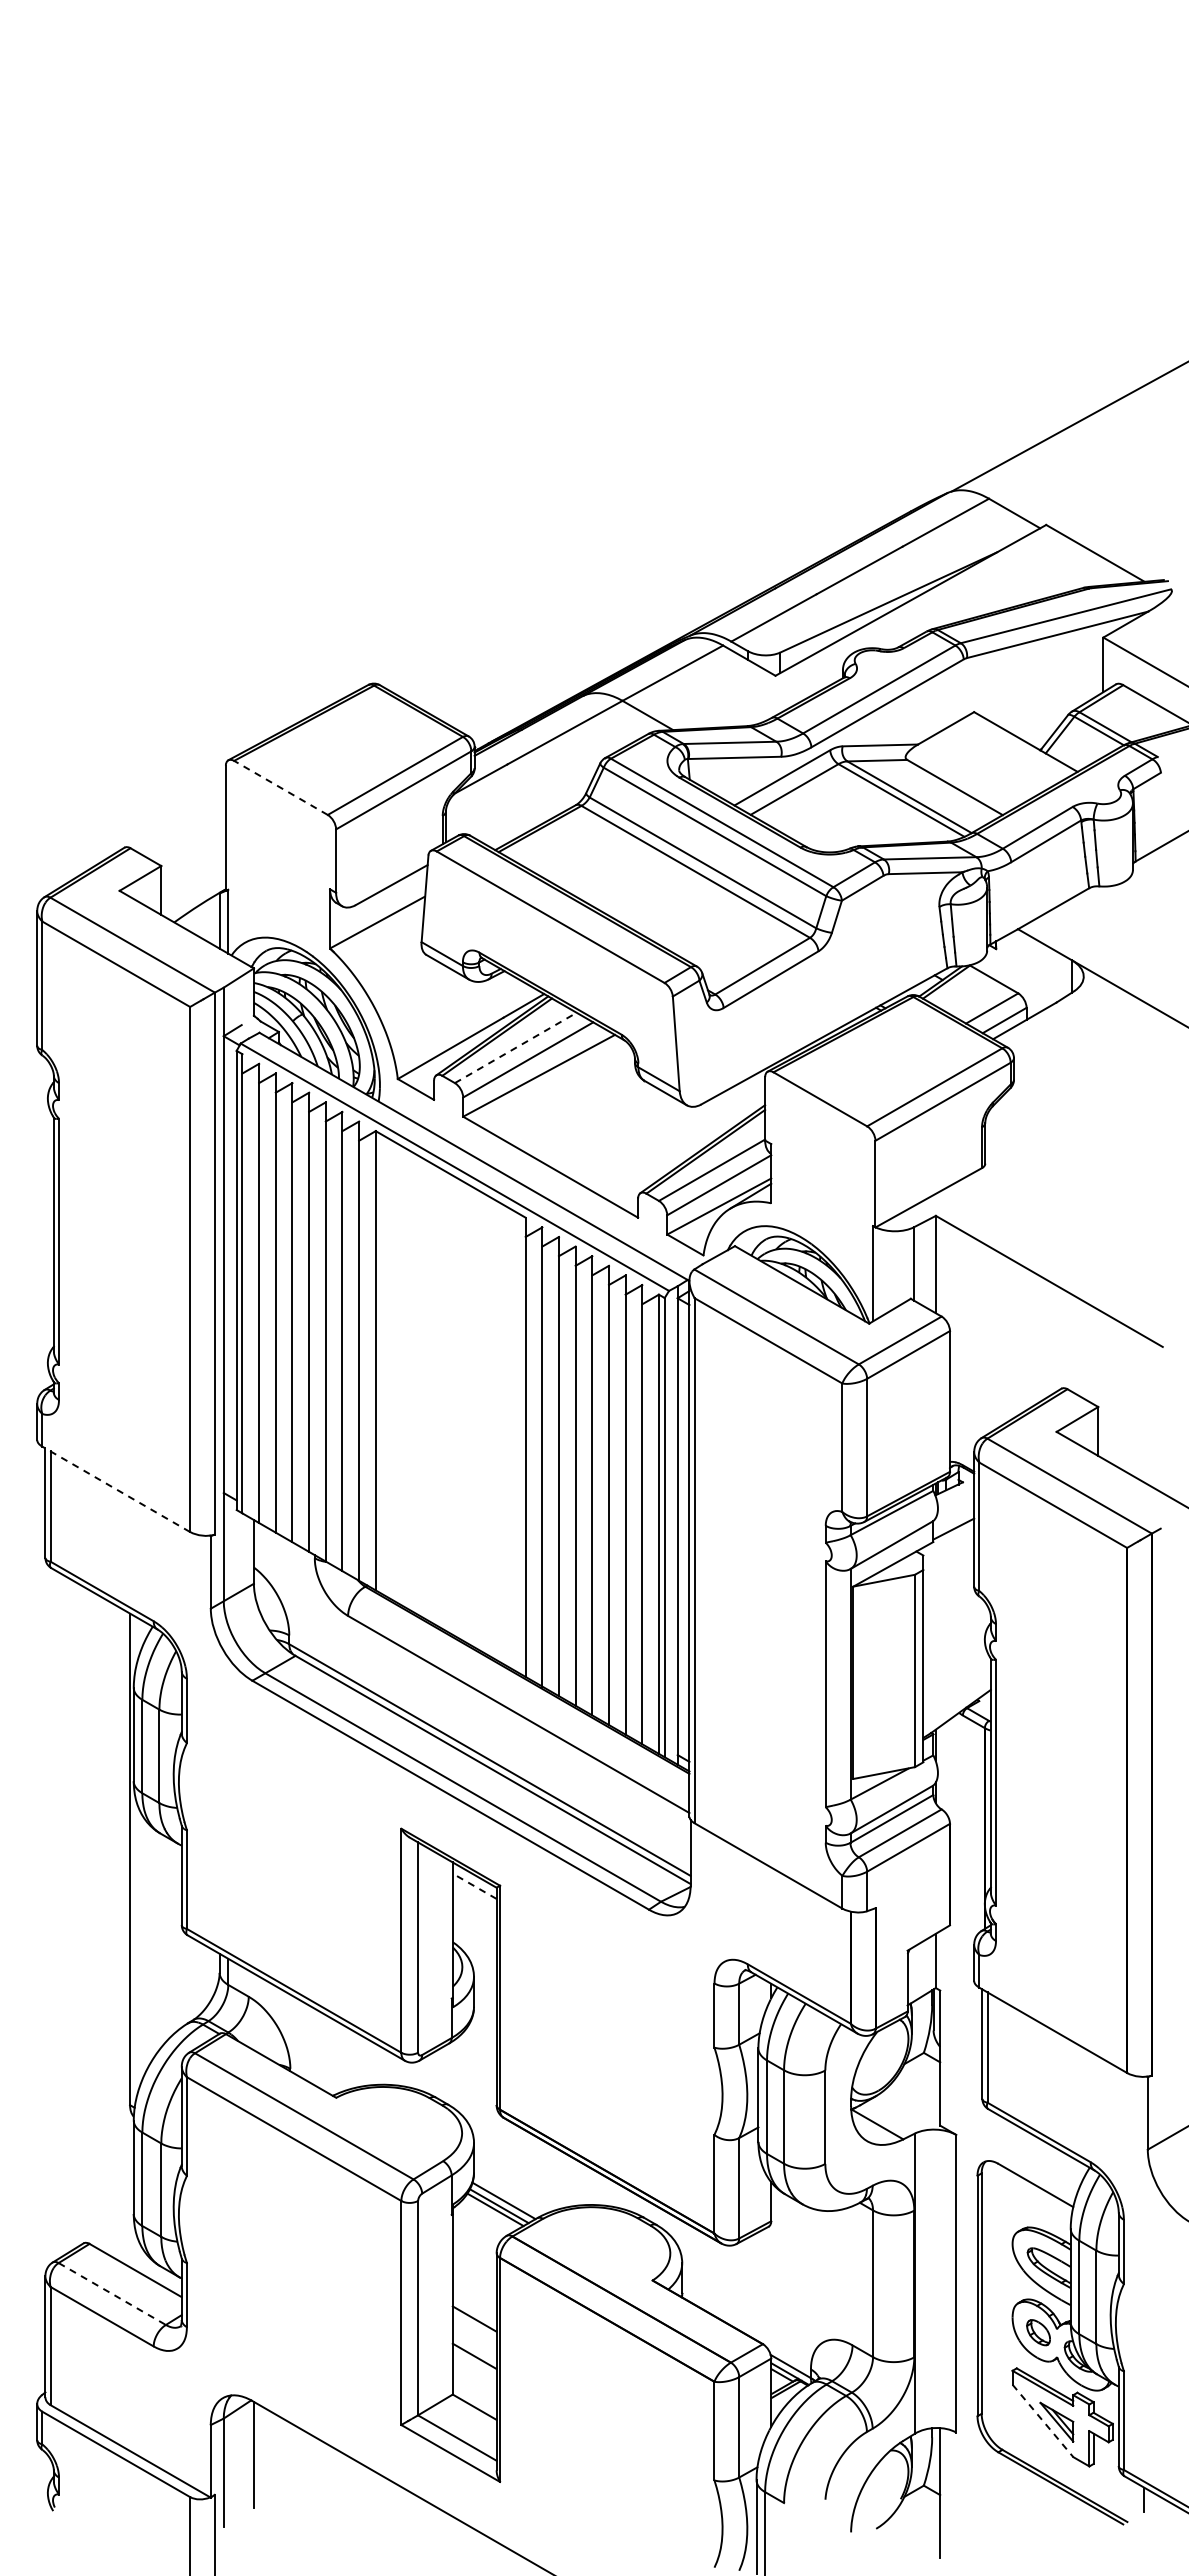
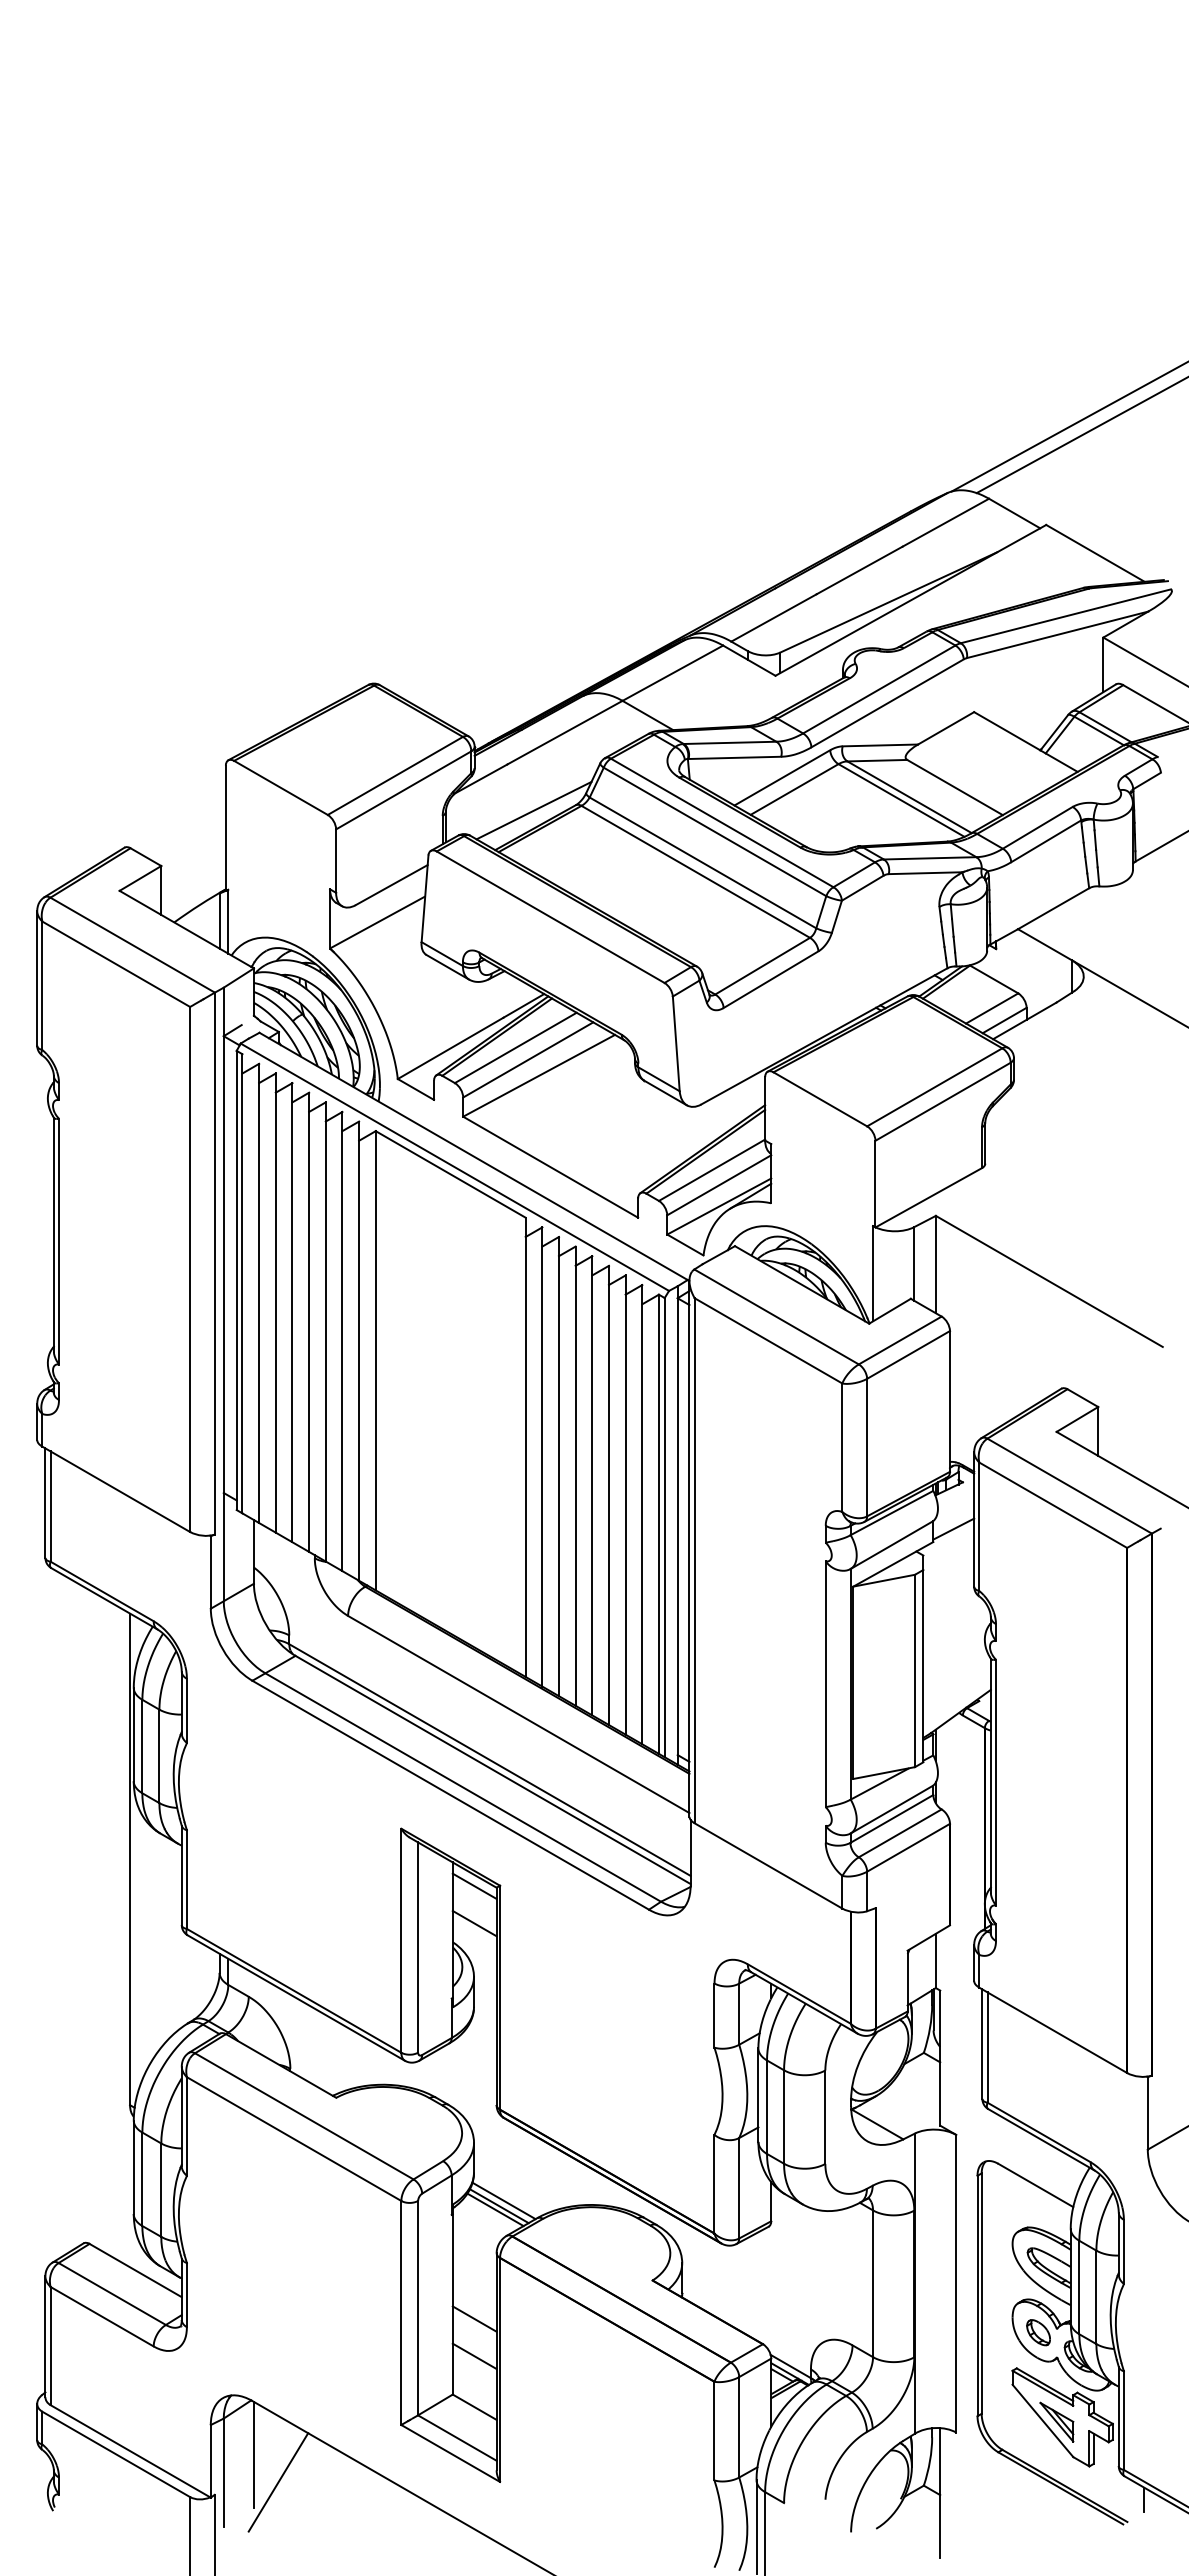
line at (1080, 435): none -> present
line at (280, 787): dashed -> solid
line at (533, 810): none -> present
line at (516, 1047): dashed -> solid
line at (115, 1489): dashed -> solid
line at (474, 1886): dashed -> solid
line at (474, 1923): none -> present
line at (112, 2294): dashed -> solid
line at (1043, 2421): dashed -> solid
line at (278, 2482): none -> present
